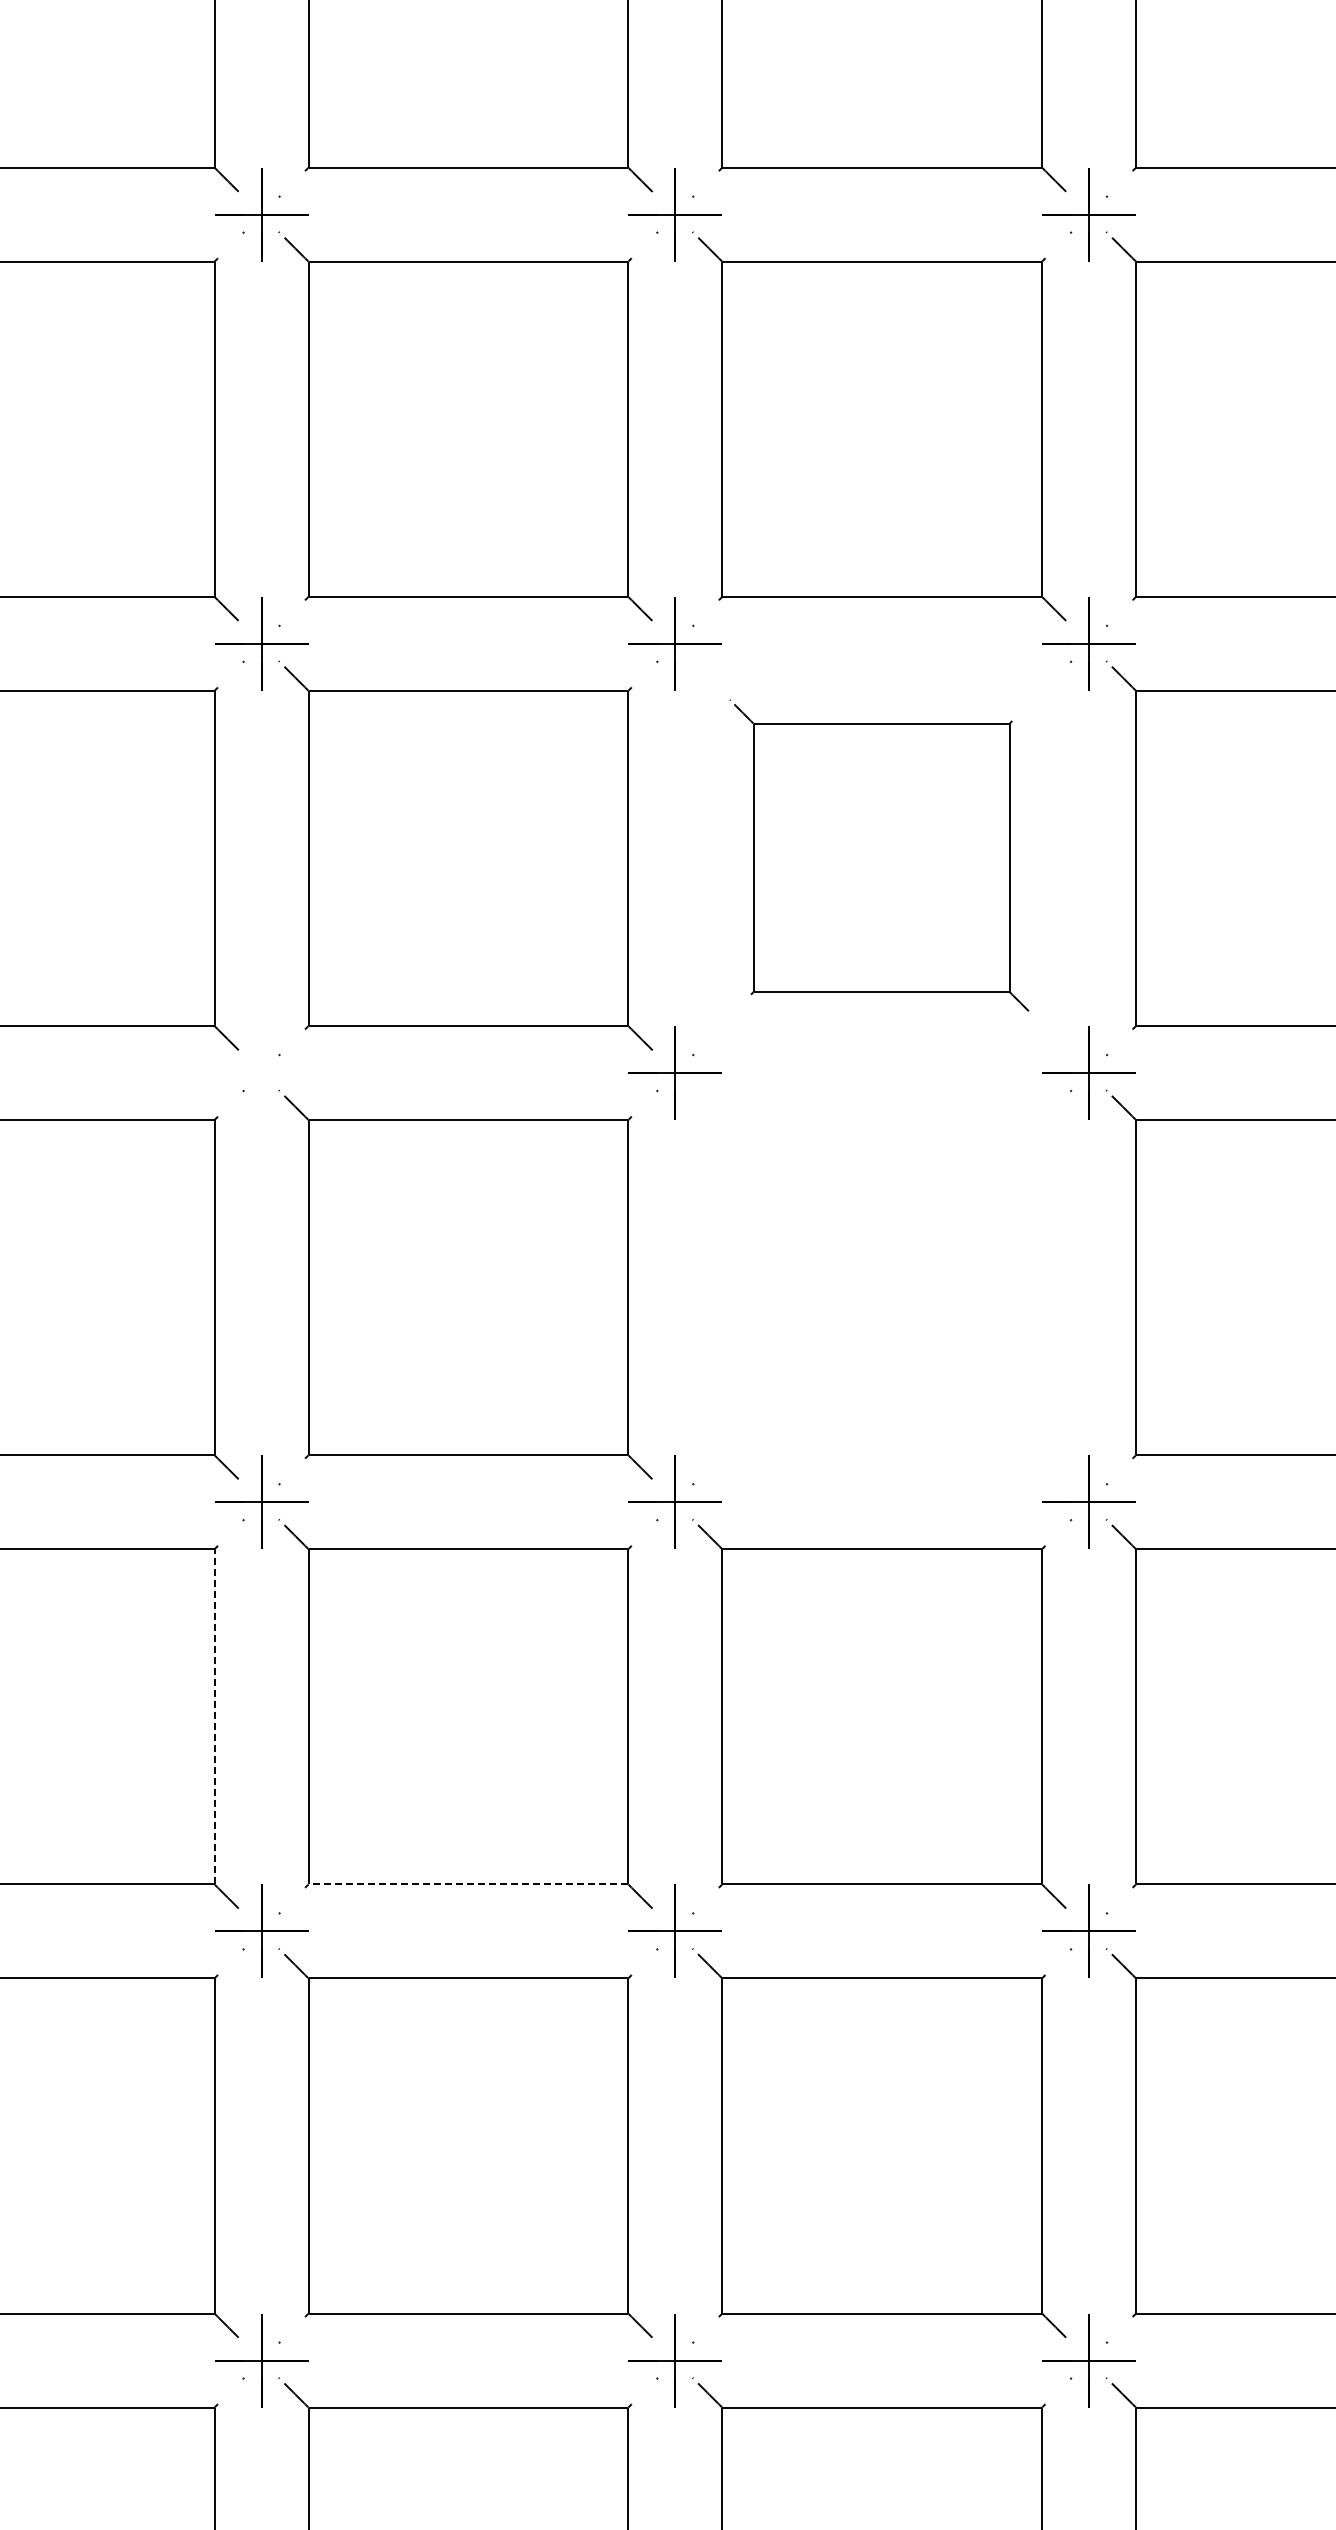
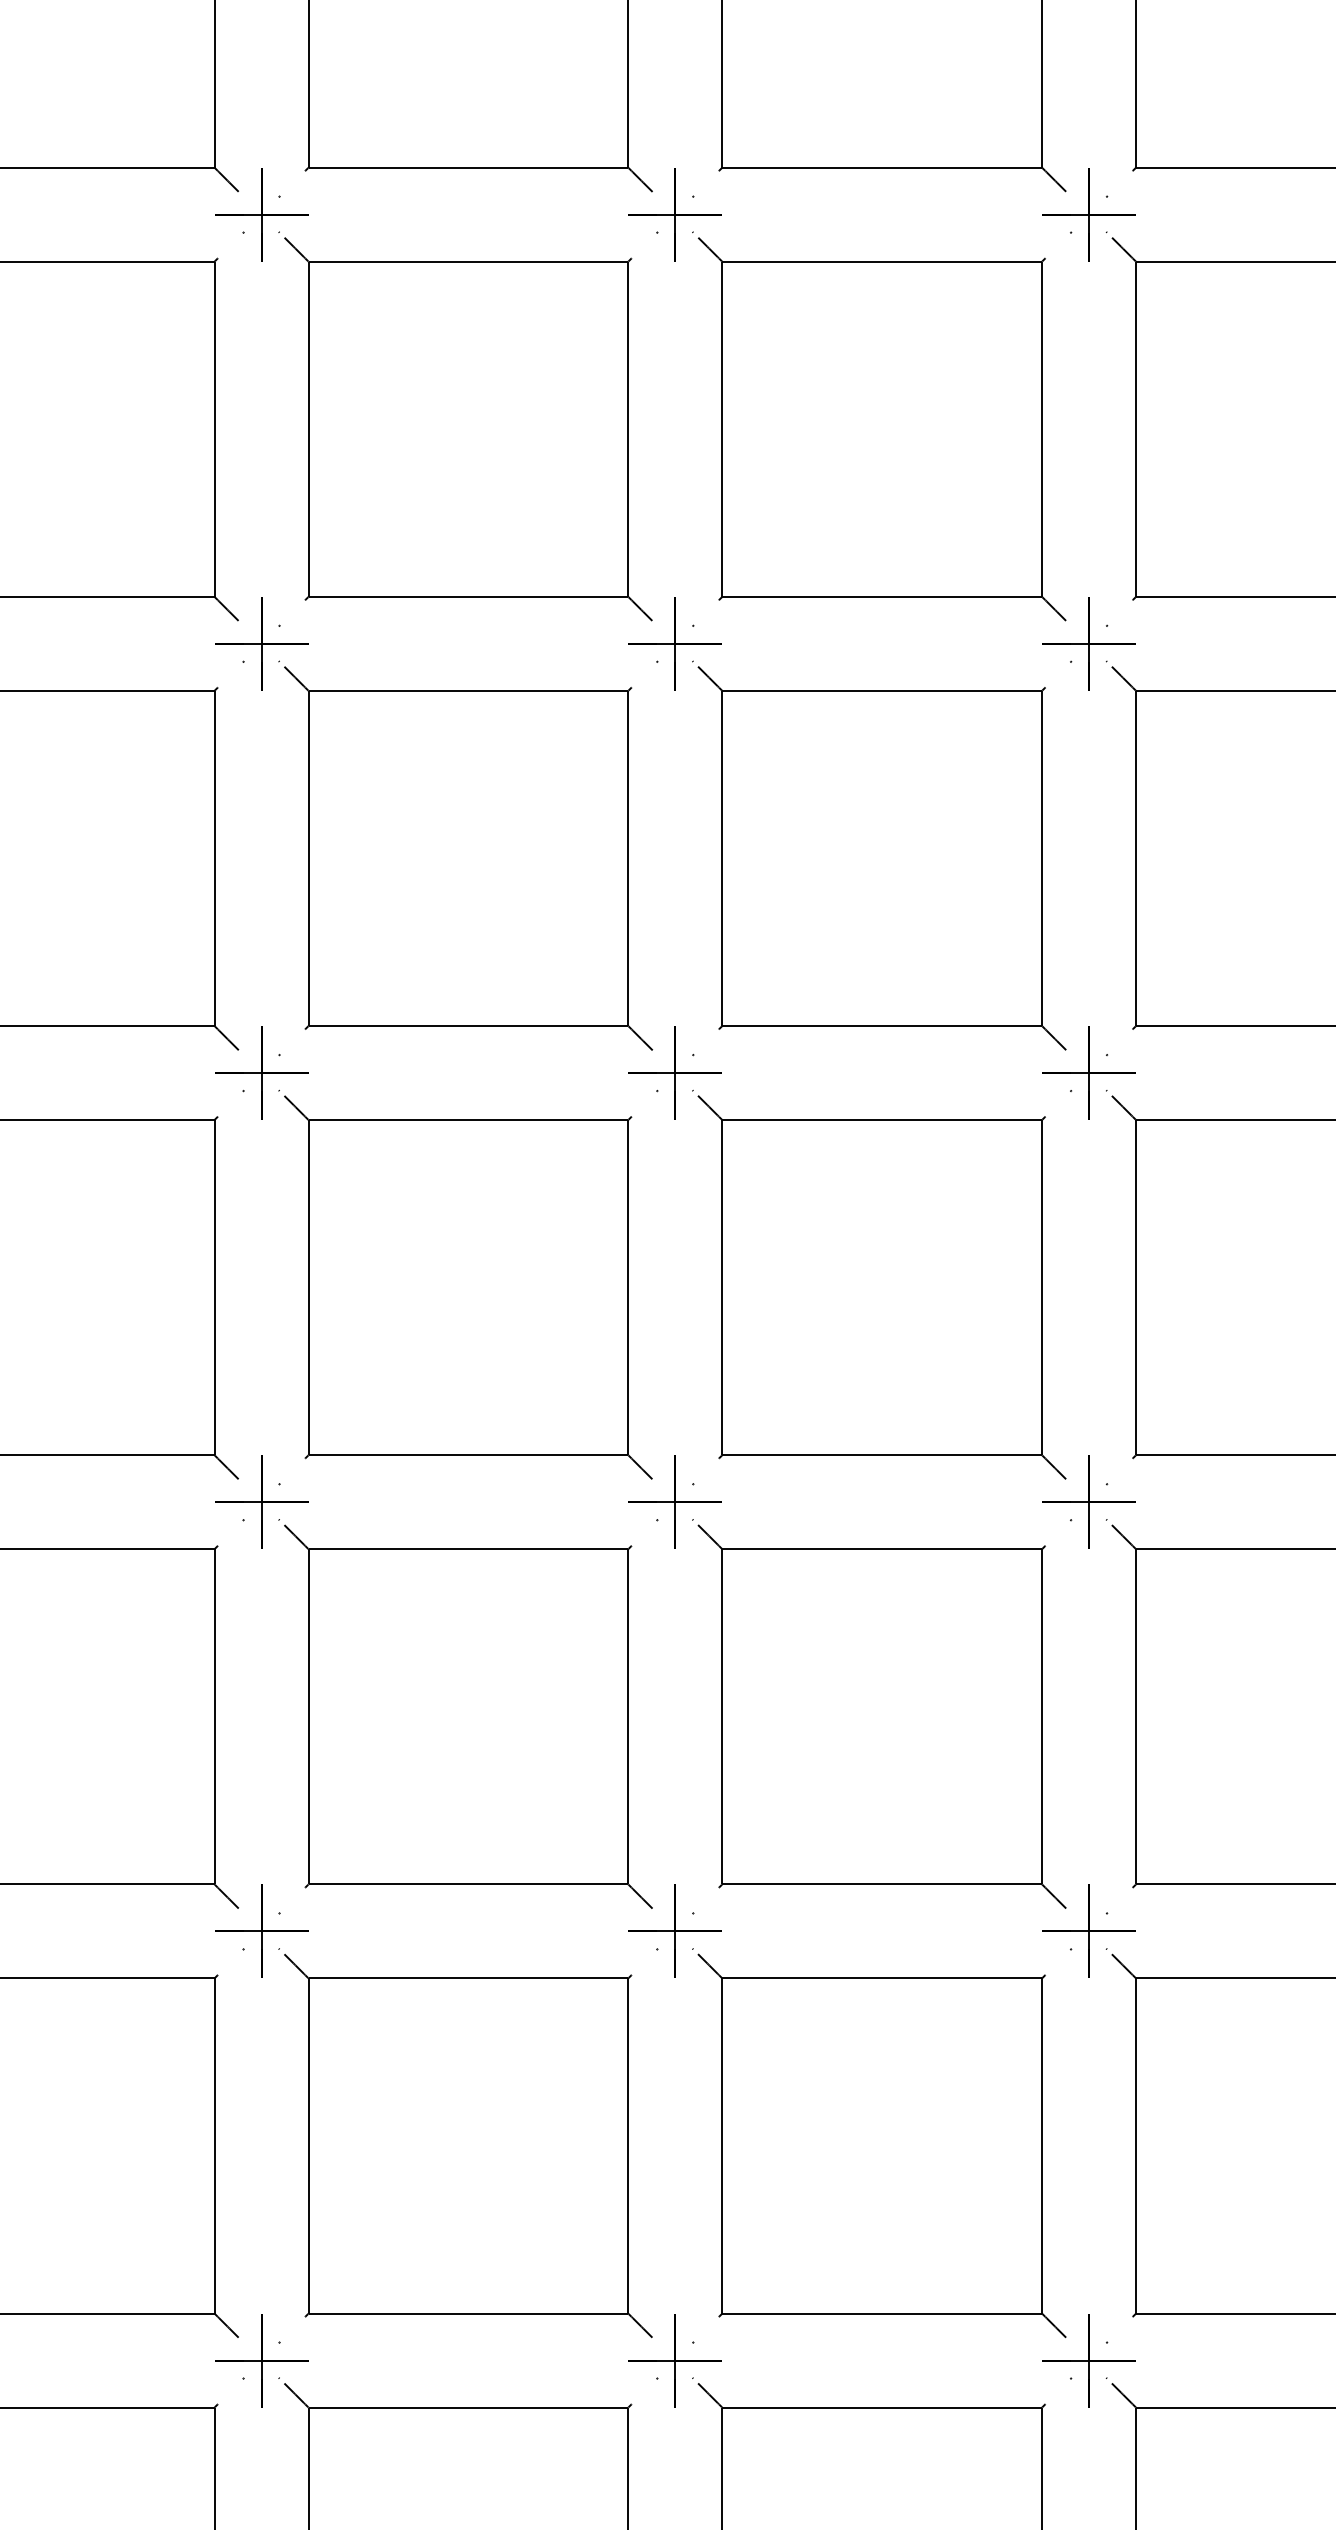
part at (879, 855) size: 301x313 px -> 375x391 px
part at (261, 1072): none -> present
part at (879, 1284): none -> present
line at (214, 1716): dashed -> solid
line at (468, 1884): dashed -> solid
